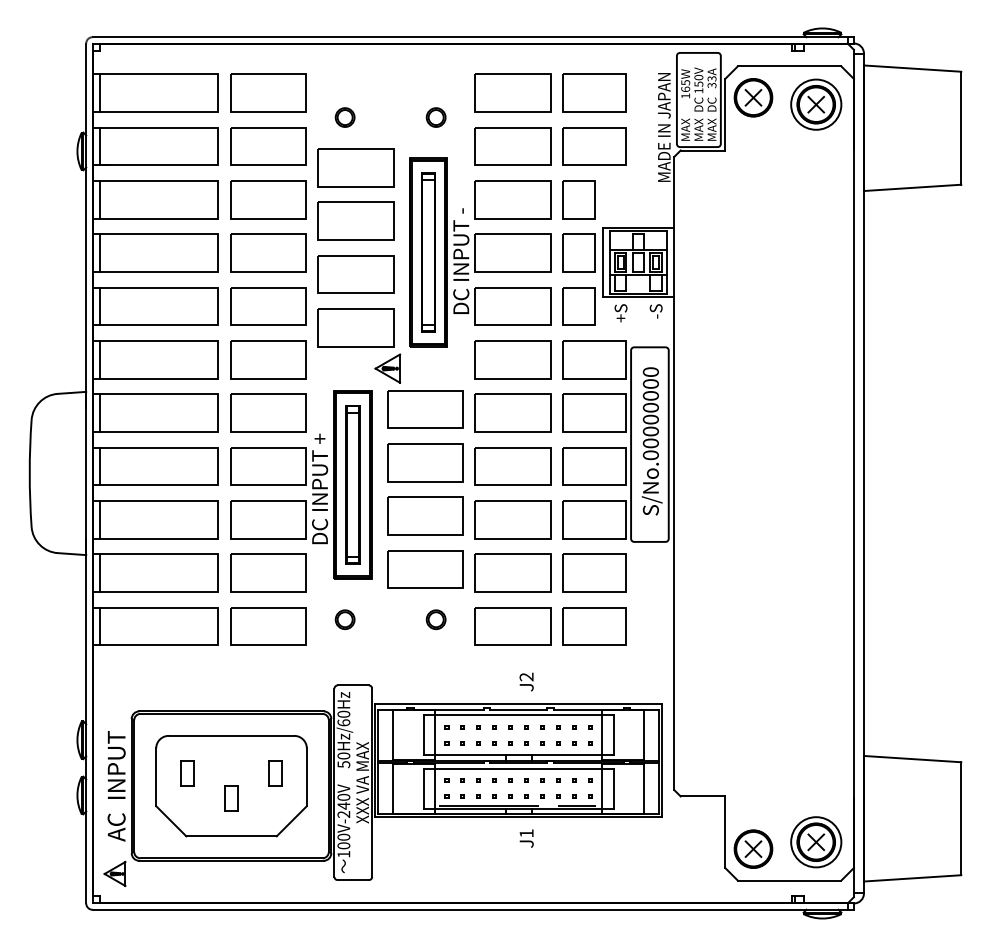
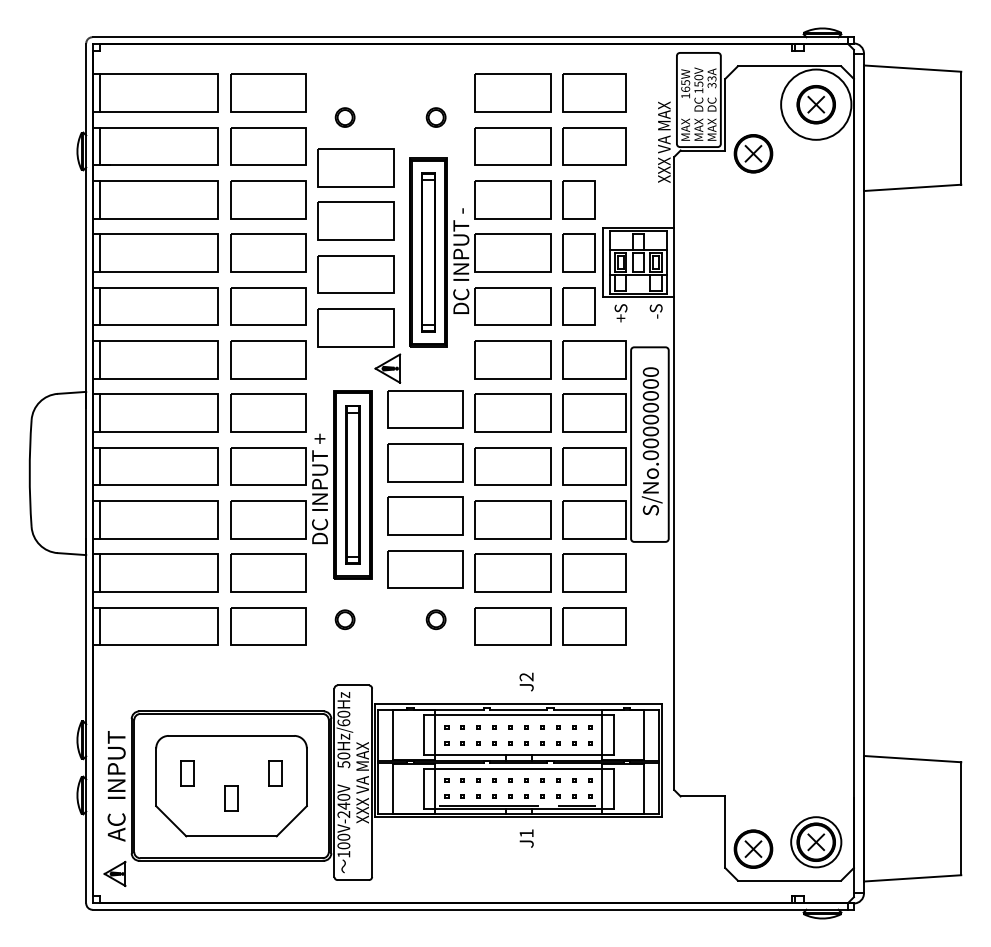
part at (753, 97) position: (753, 97) -> (753, 153)
circle at (816, 104) diameter: 50 px -> 70 px
text at (664, 127): MADE IN JAPAN -> XXX VA MAX
